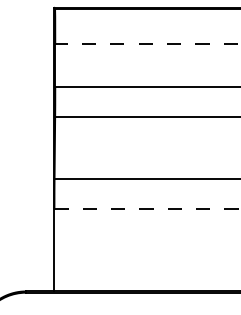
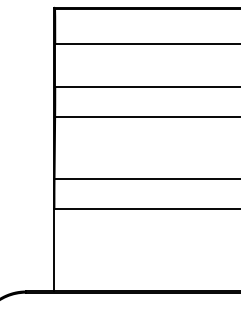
line at (148, 44): dashed -> solid
line at (147, 209): dashed -> solid
